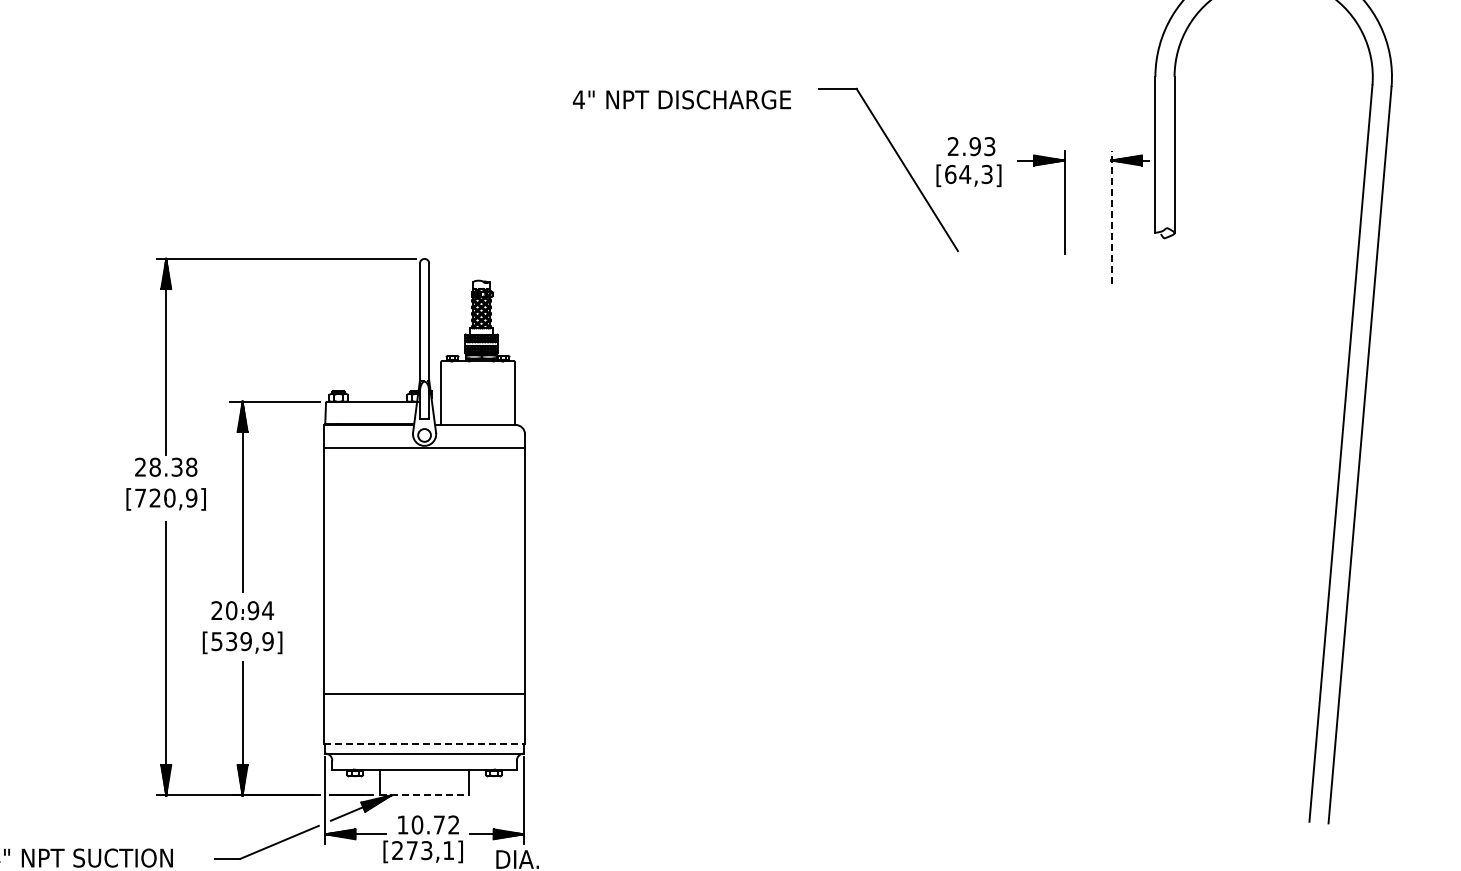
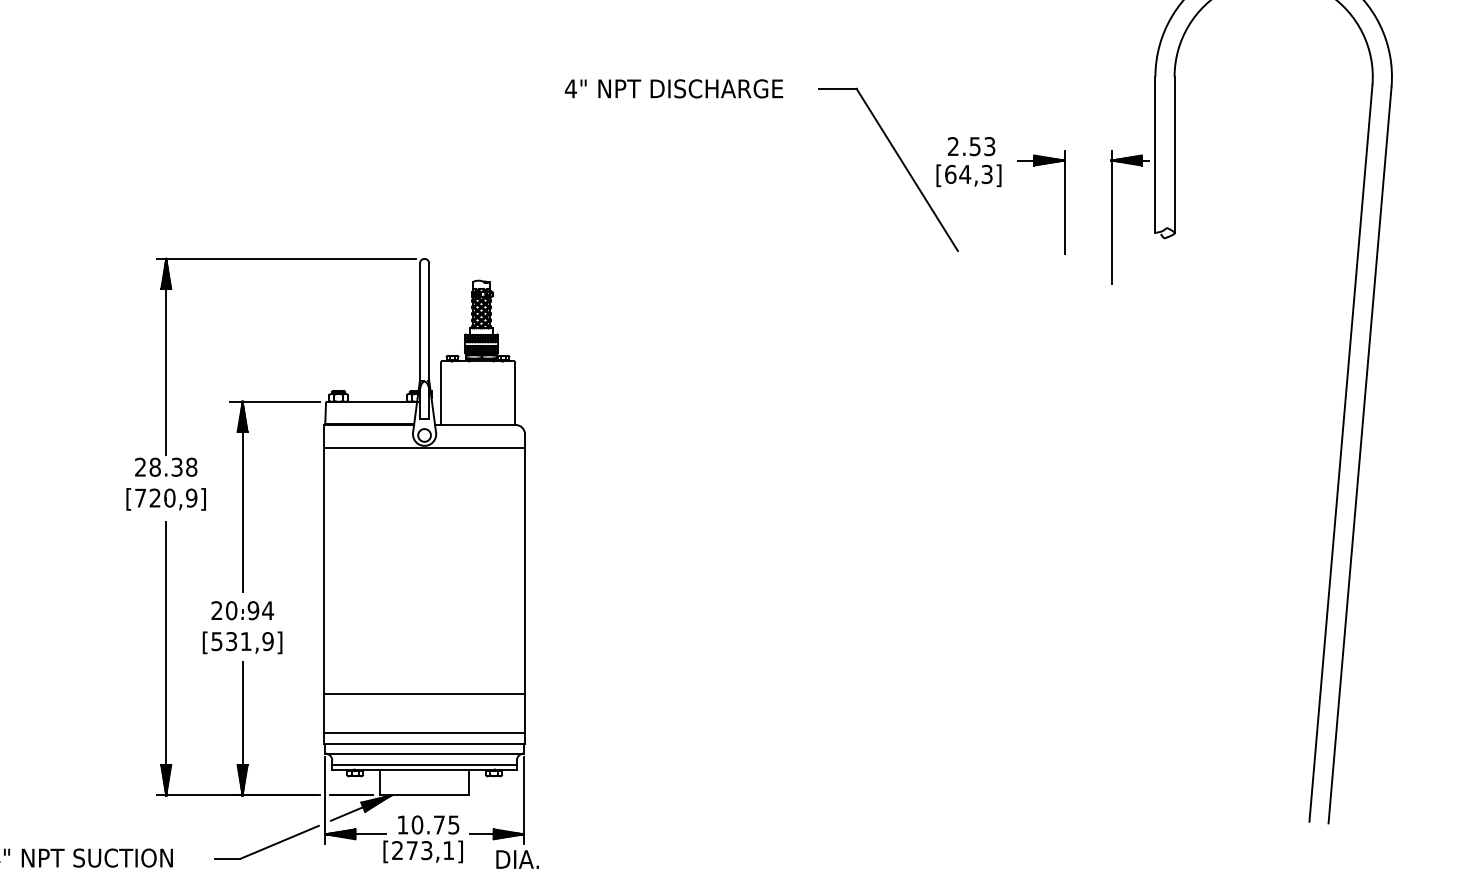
text at (681, 99) position: (681, 99) -> (673, 88)
text at (974, 146): 2.93 -> 2.53
line at (1111, 217): dashed -> solid
text at (245, 641): [539,9] -> [531,9]
line at (424, 733): none -> present
line at (425, 744): dashed -> solid
line at (424, 765): none -> present
line at (425, 795): dashed -> solid
text at (453, 824): 10.72 -> 10.75
